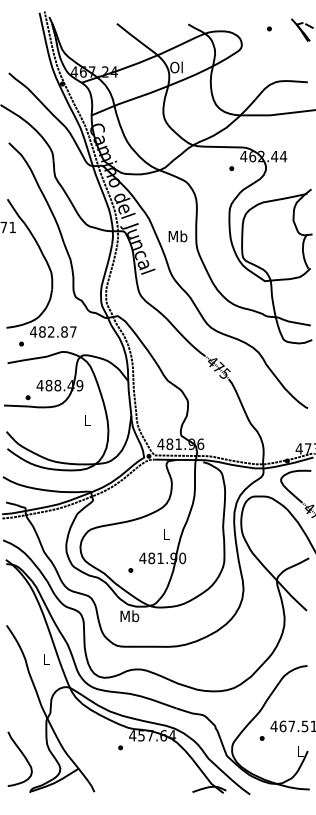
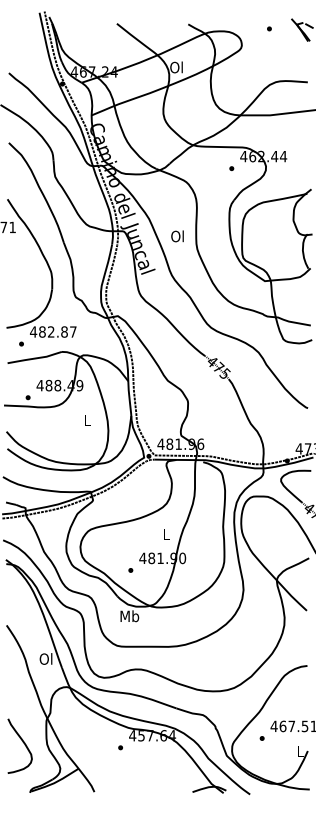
text at (177, 236): Mb -> Ol
text at (45, 658): L -> Ol
curve at (22, 755) position: (22, 755) -> (22, 742)
